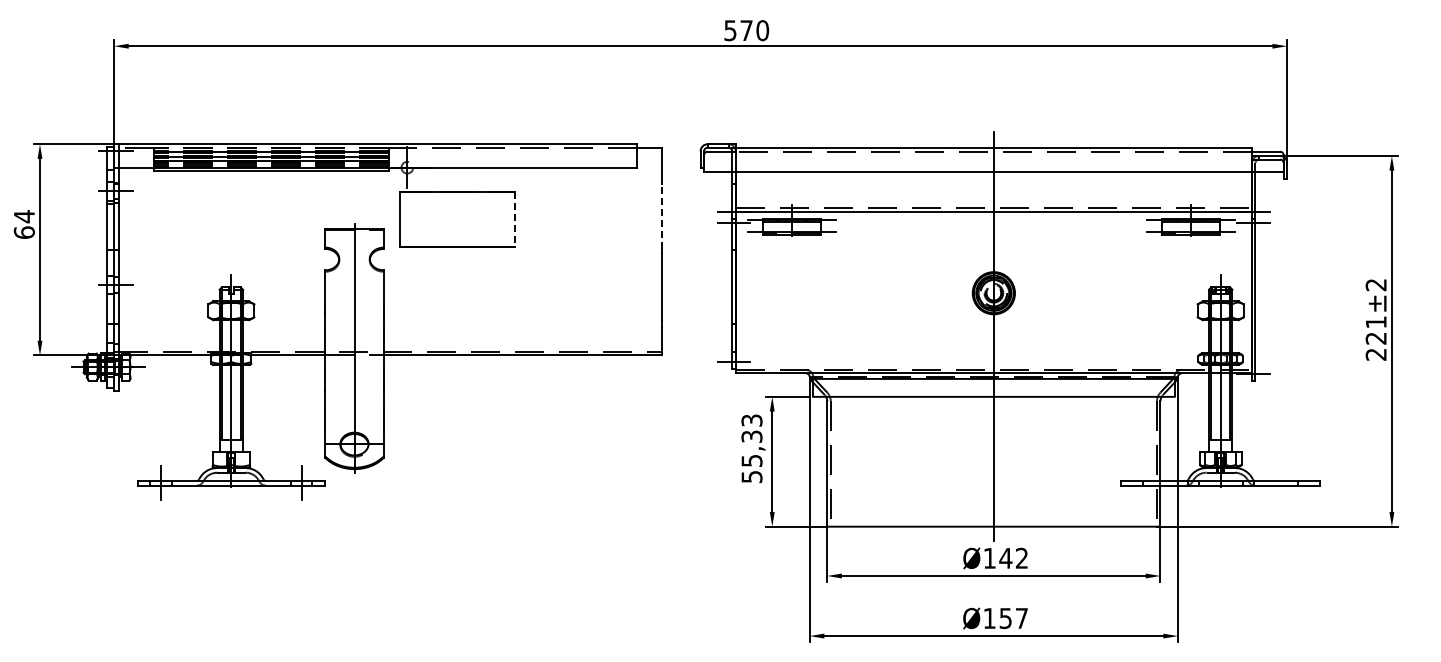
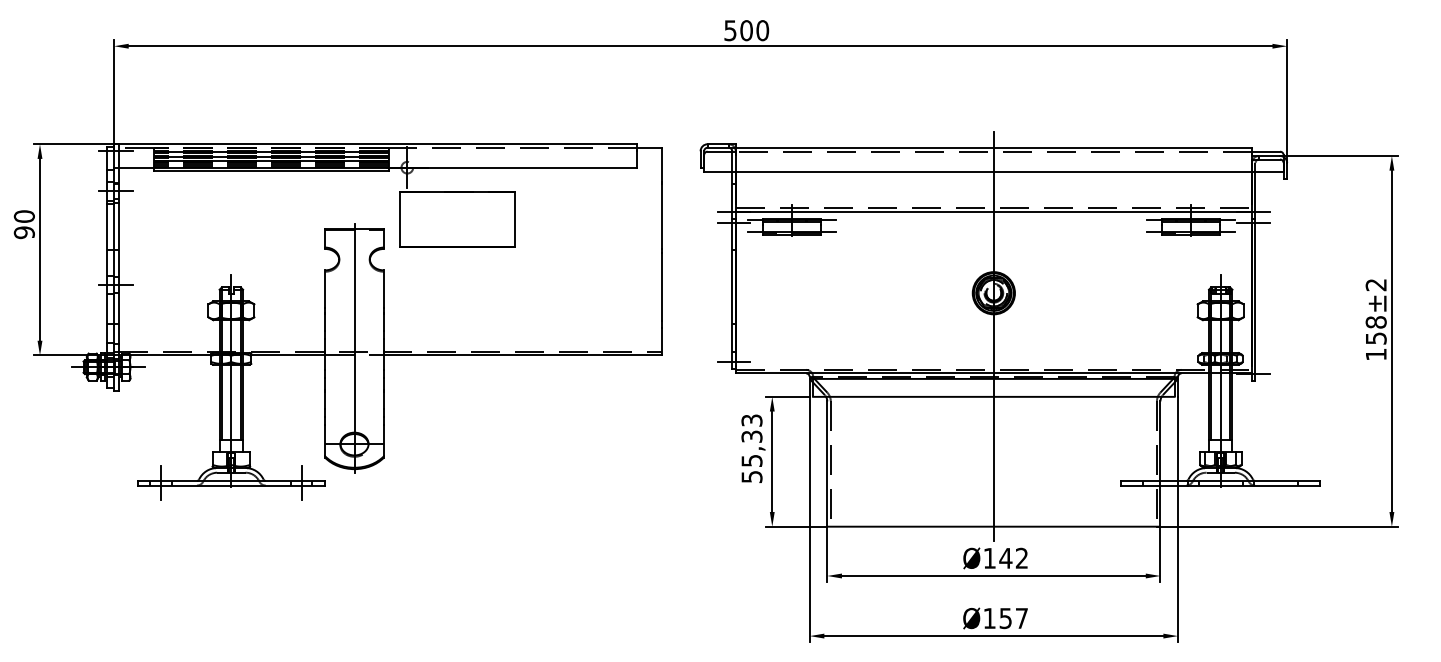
text at (746, 30): 570 -> 500
line at (661, 216): dashed -> solid
line at (515, 219): dashed -> solid
text at (23, 224): 64 -> 90
text at (1375, 338): 221 -> 158
